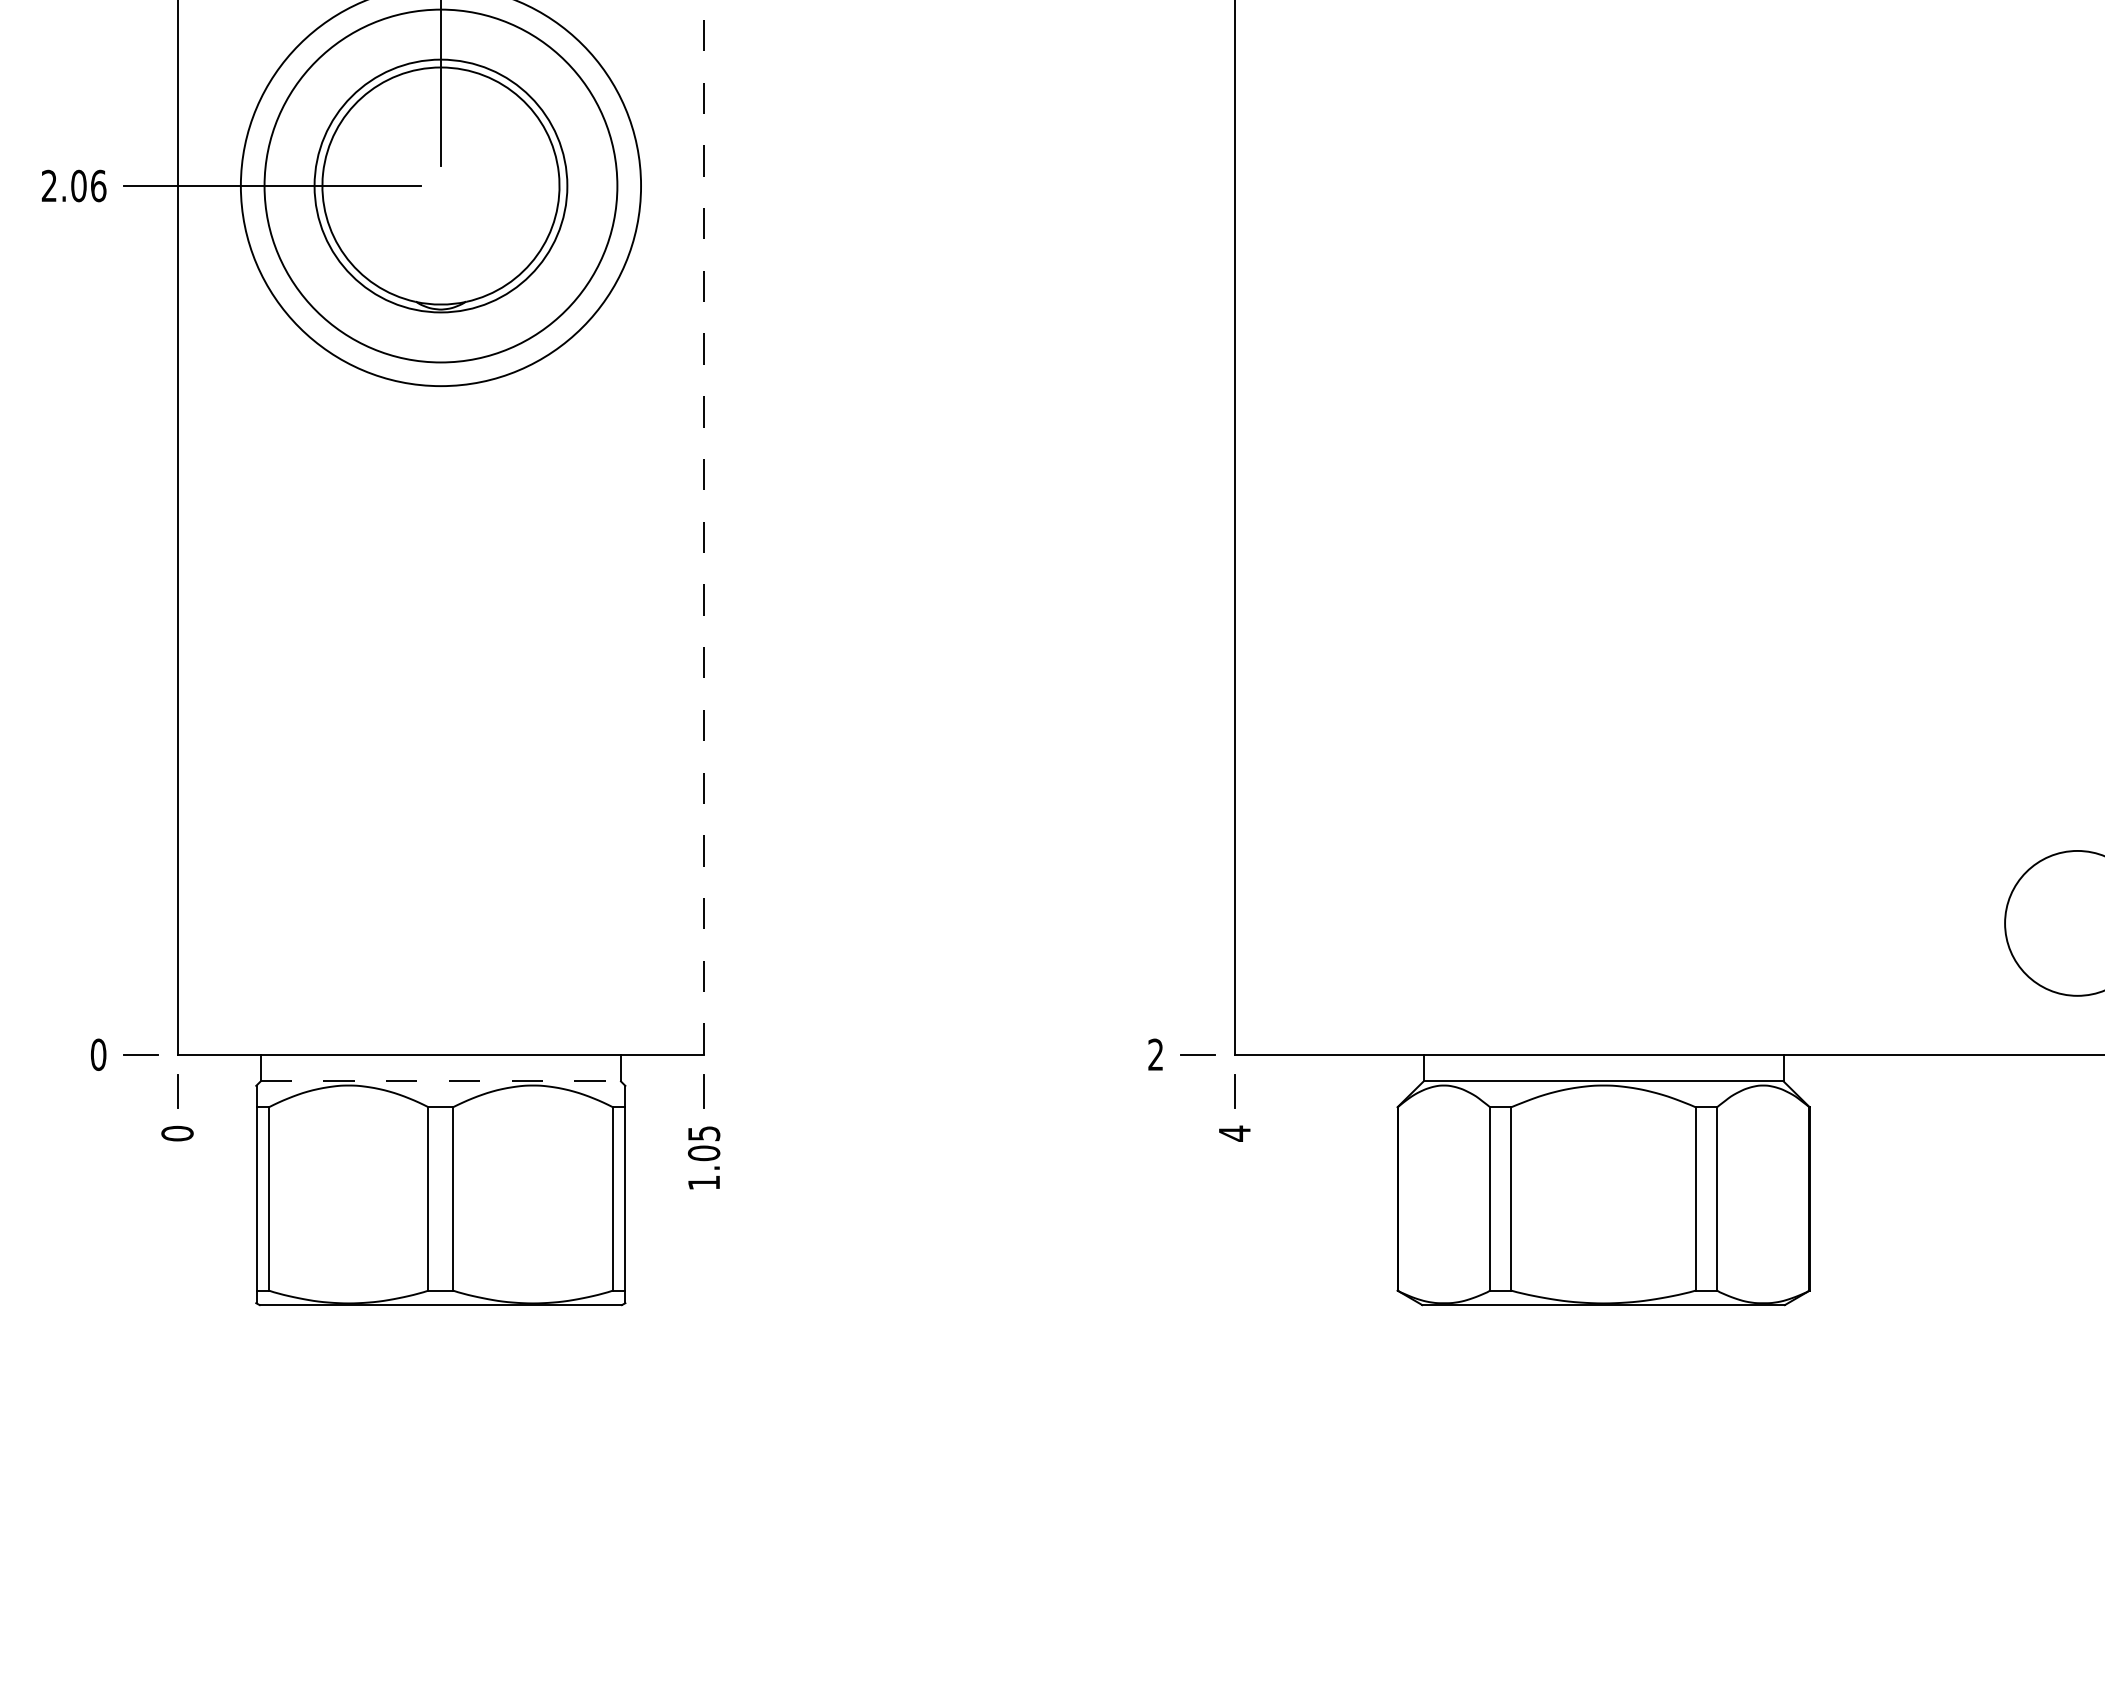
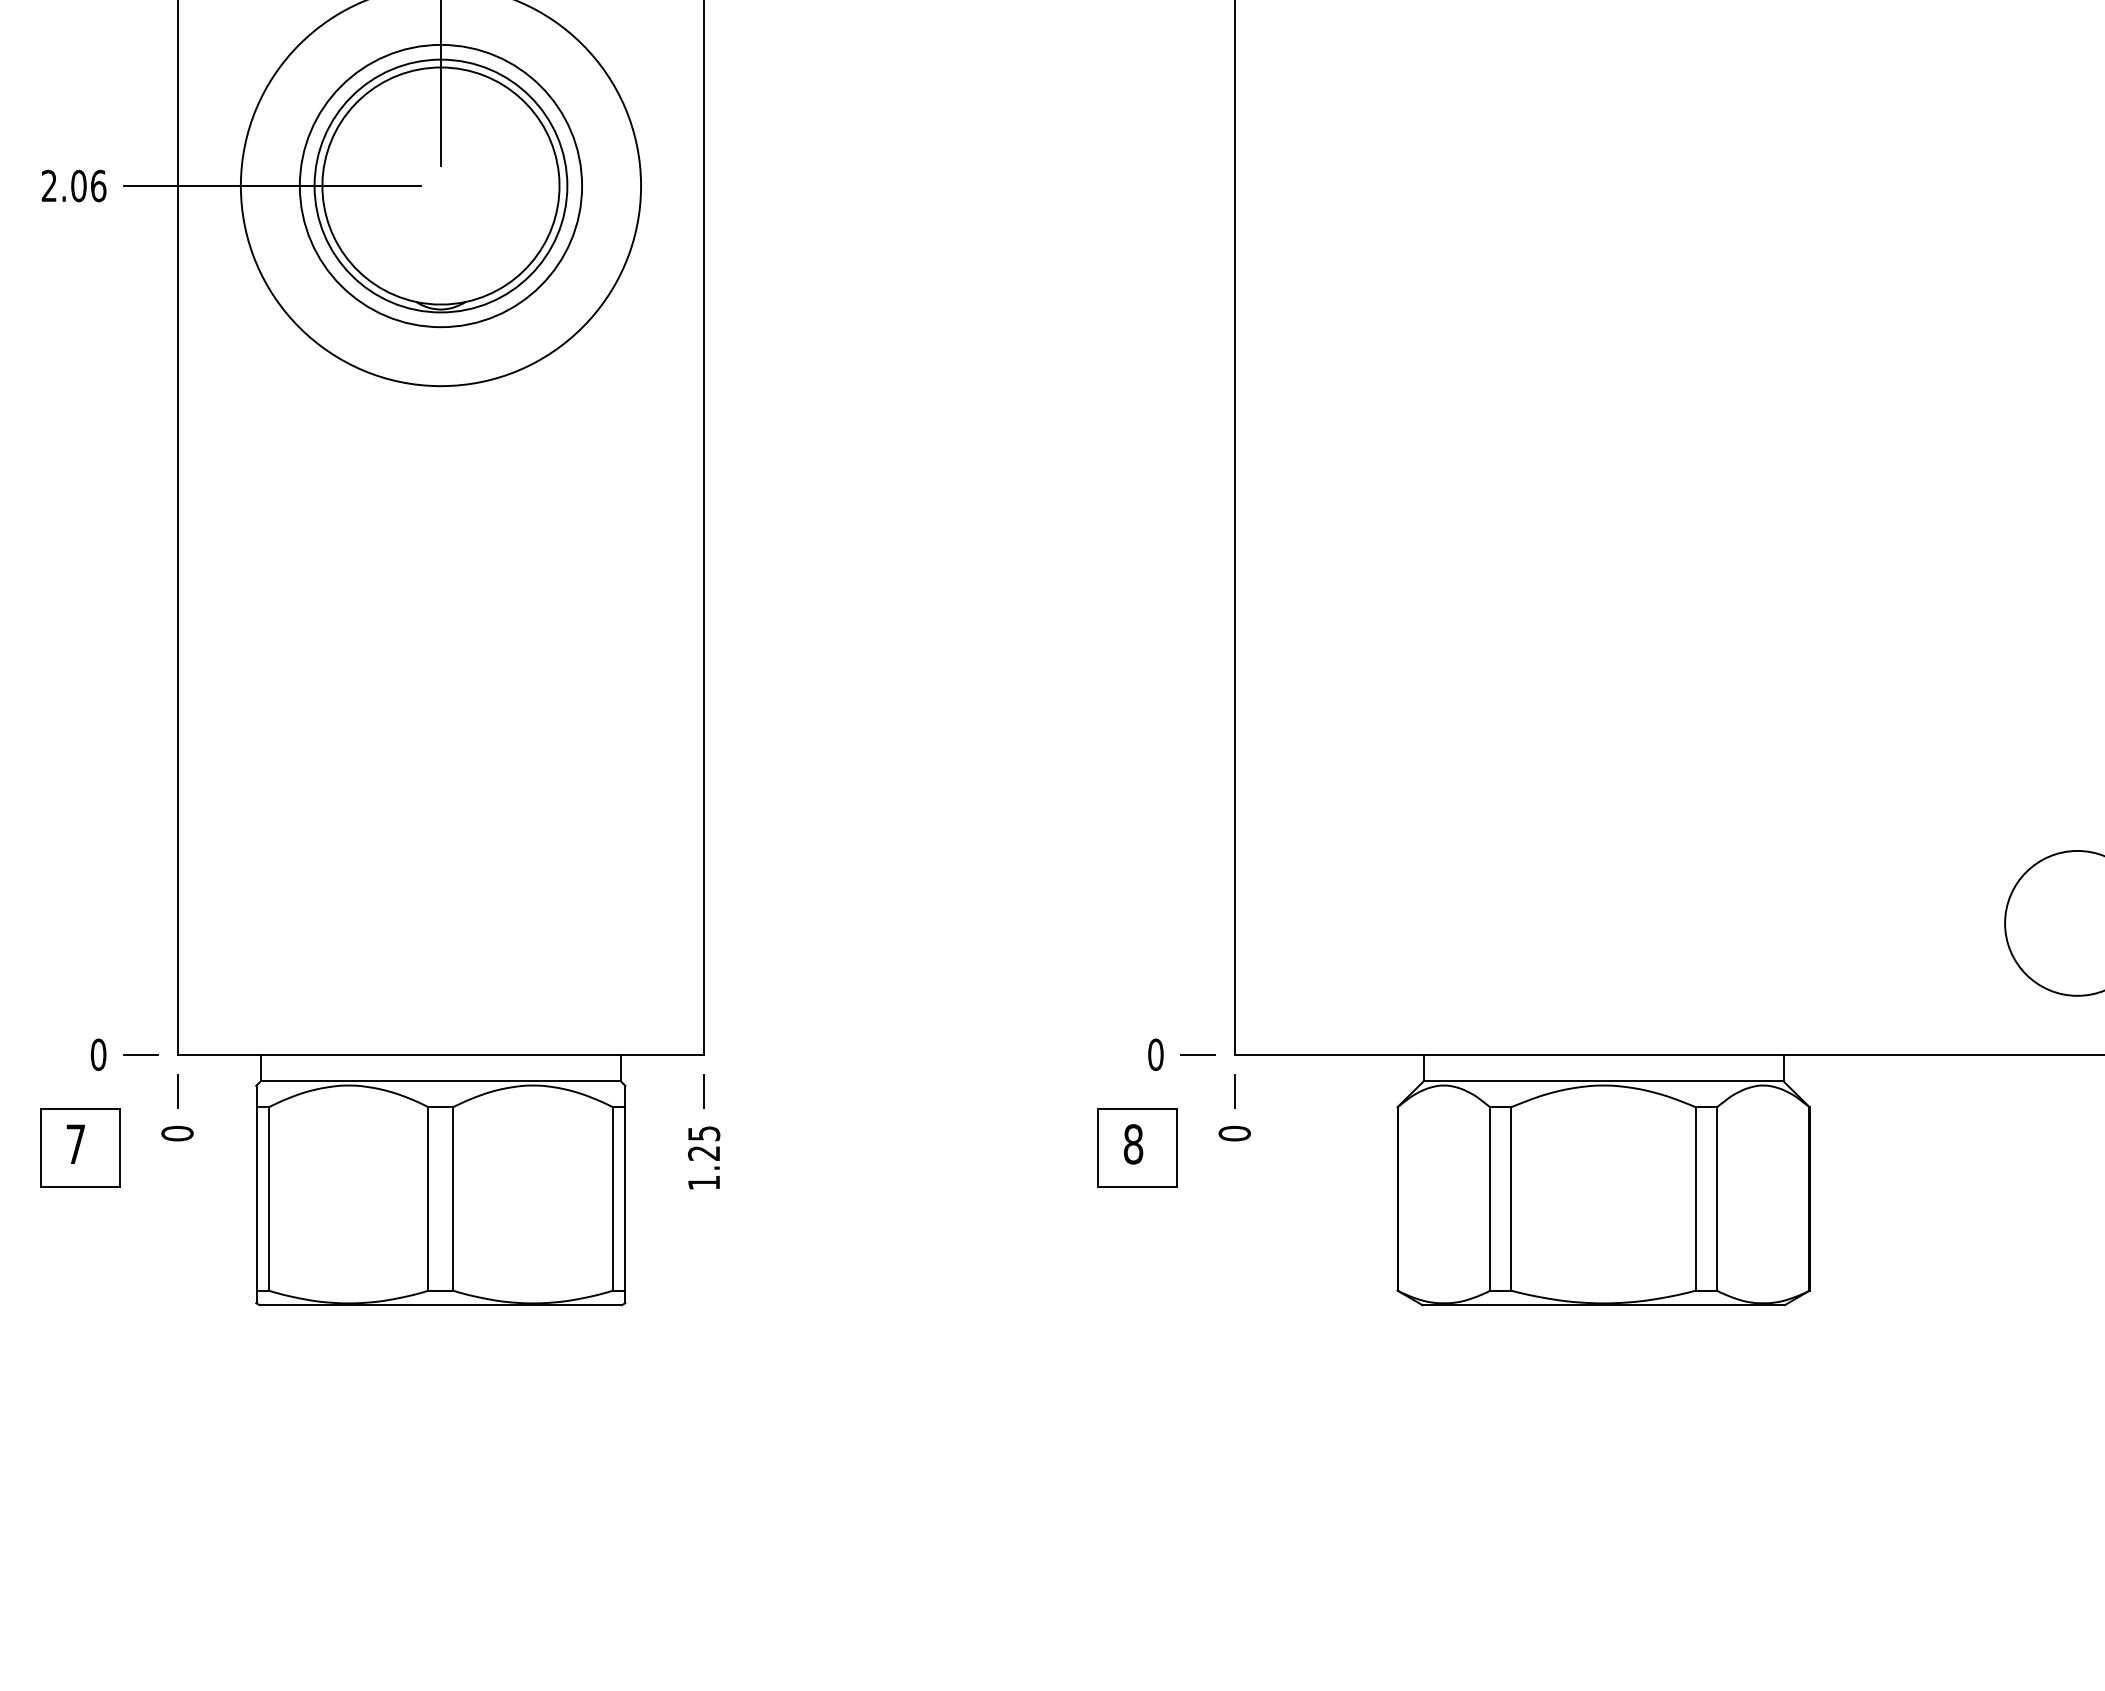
circle at (440, 185) diameter: 353 px -> 282 px
line at (704, 527): dashed -> solid
text at (1155, 1054): 2 -> 0
line at (441, 1081): dashed -> solid
text at (1234, 1133): 4 -> 0
part at (80, 1147): none -> present
part at (1137, 1147): none -> present
text at (704, 1153): 1.05 -> 1.25
